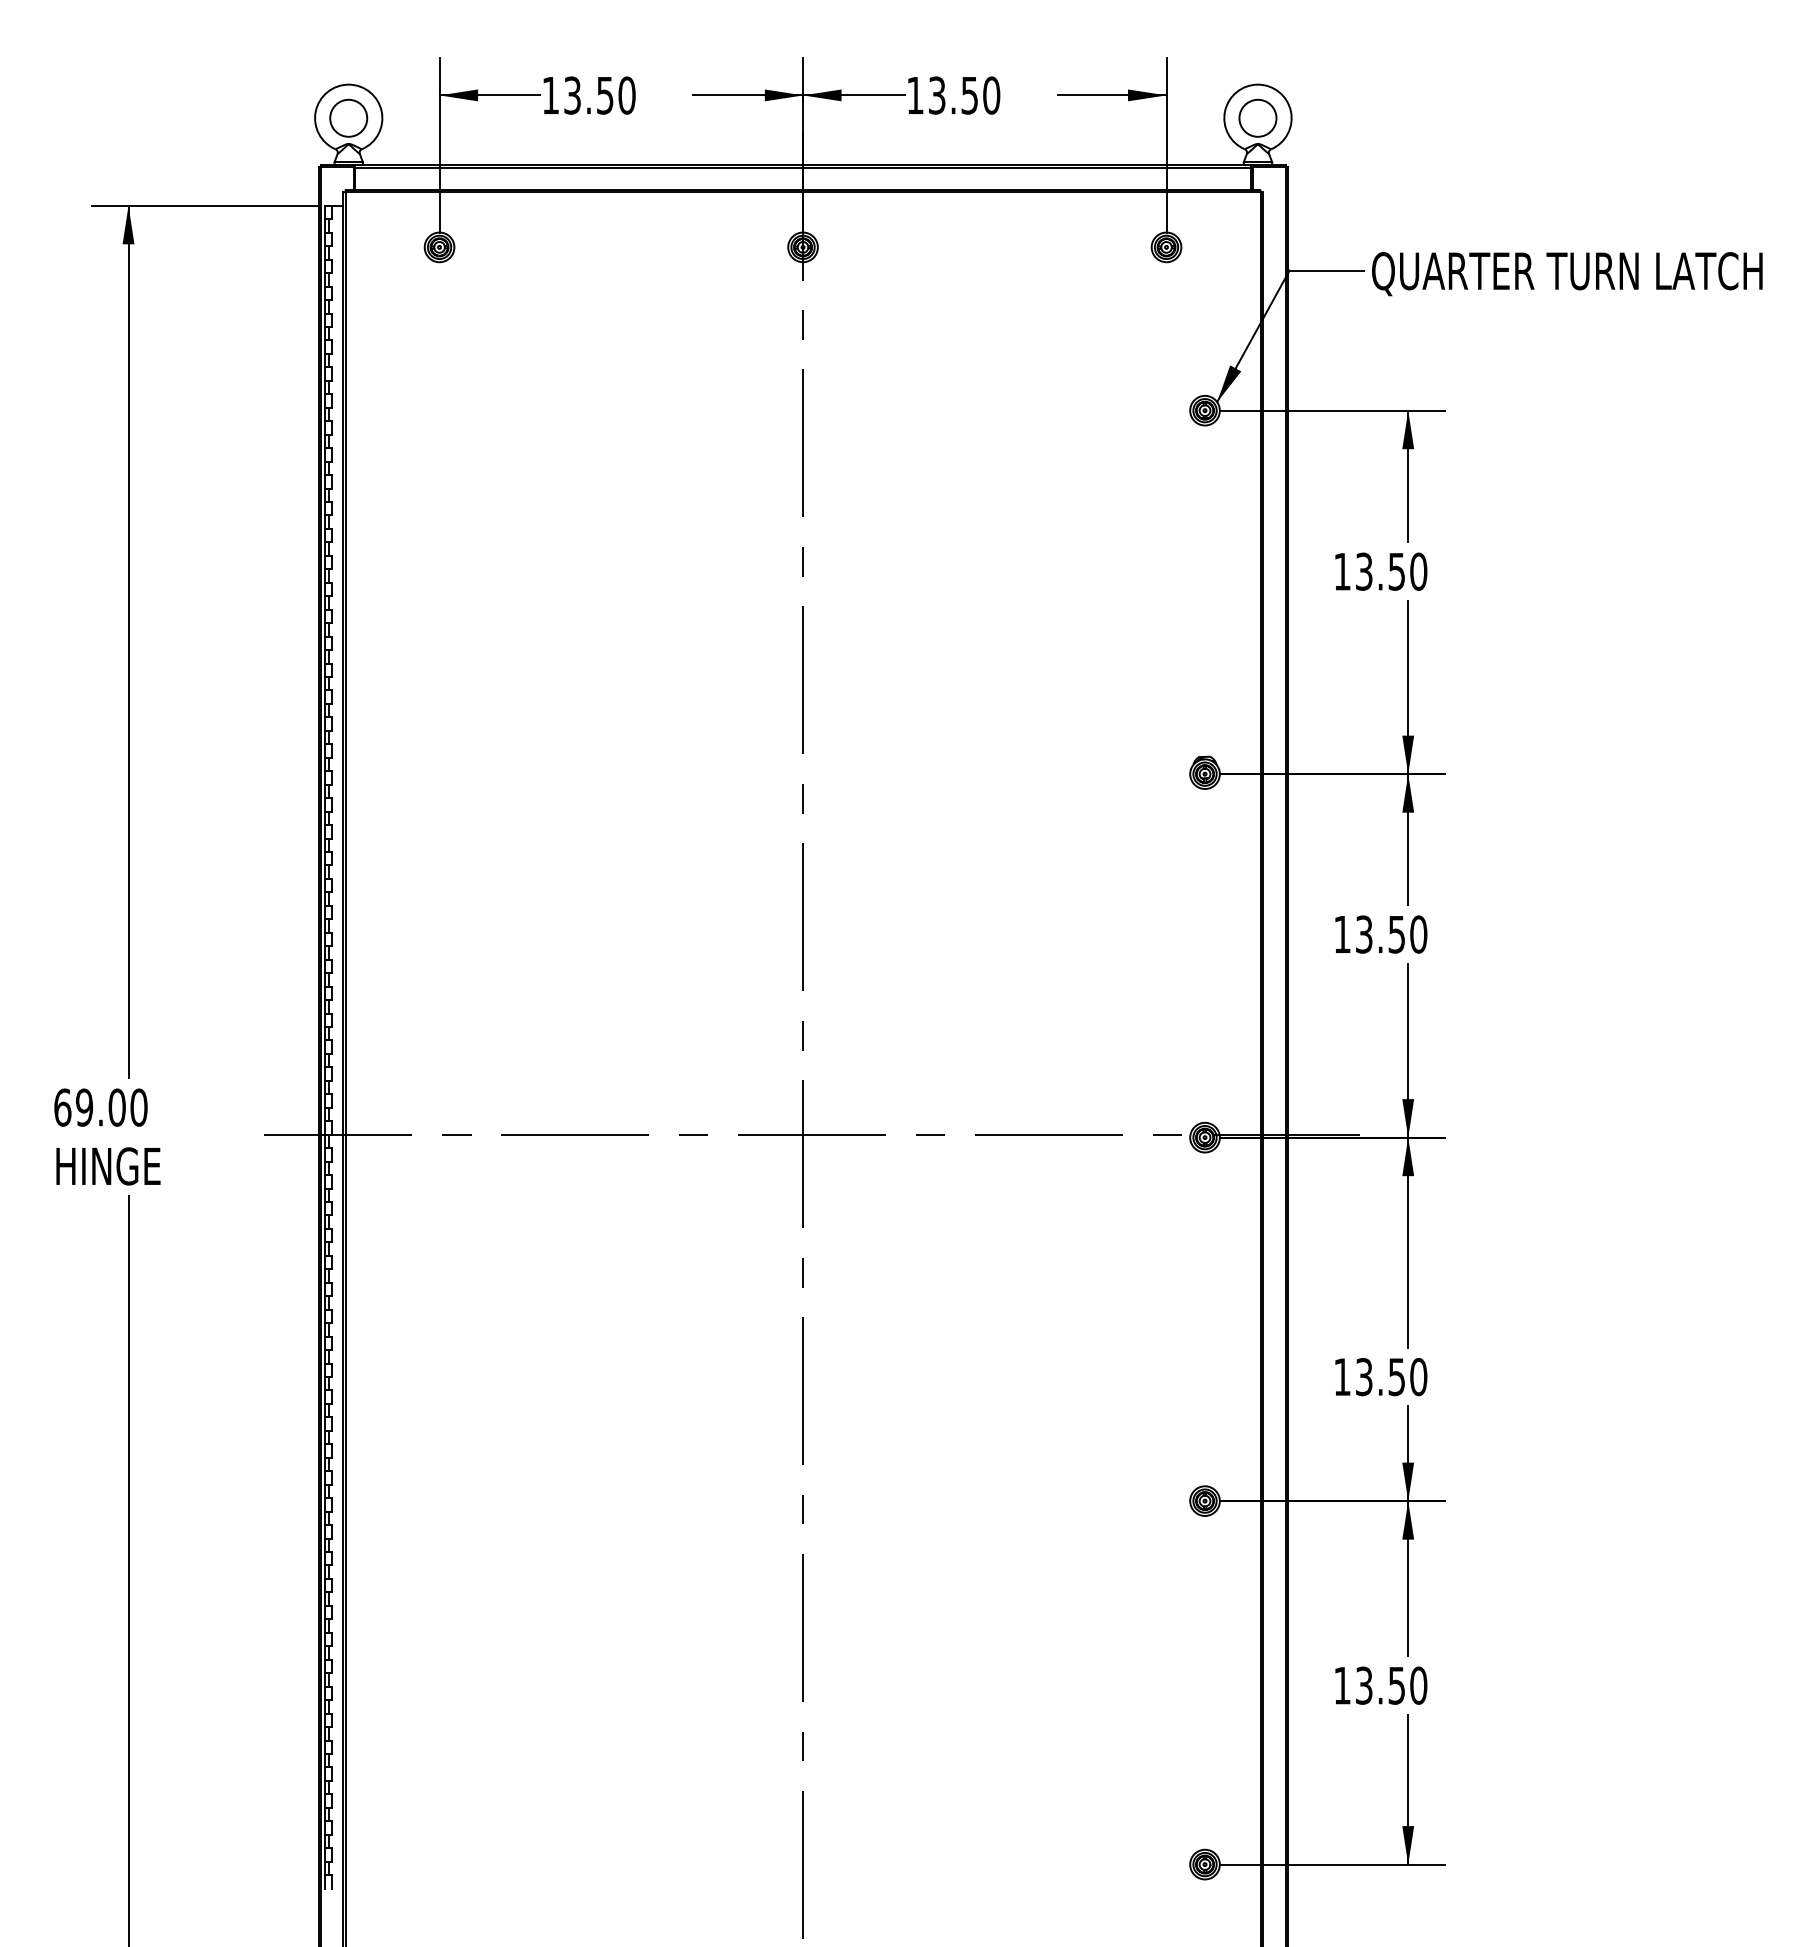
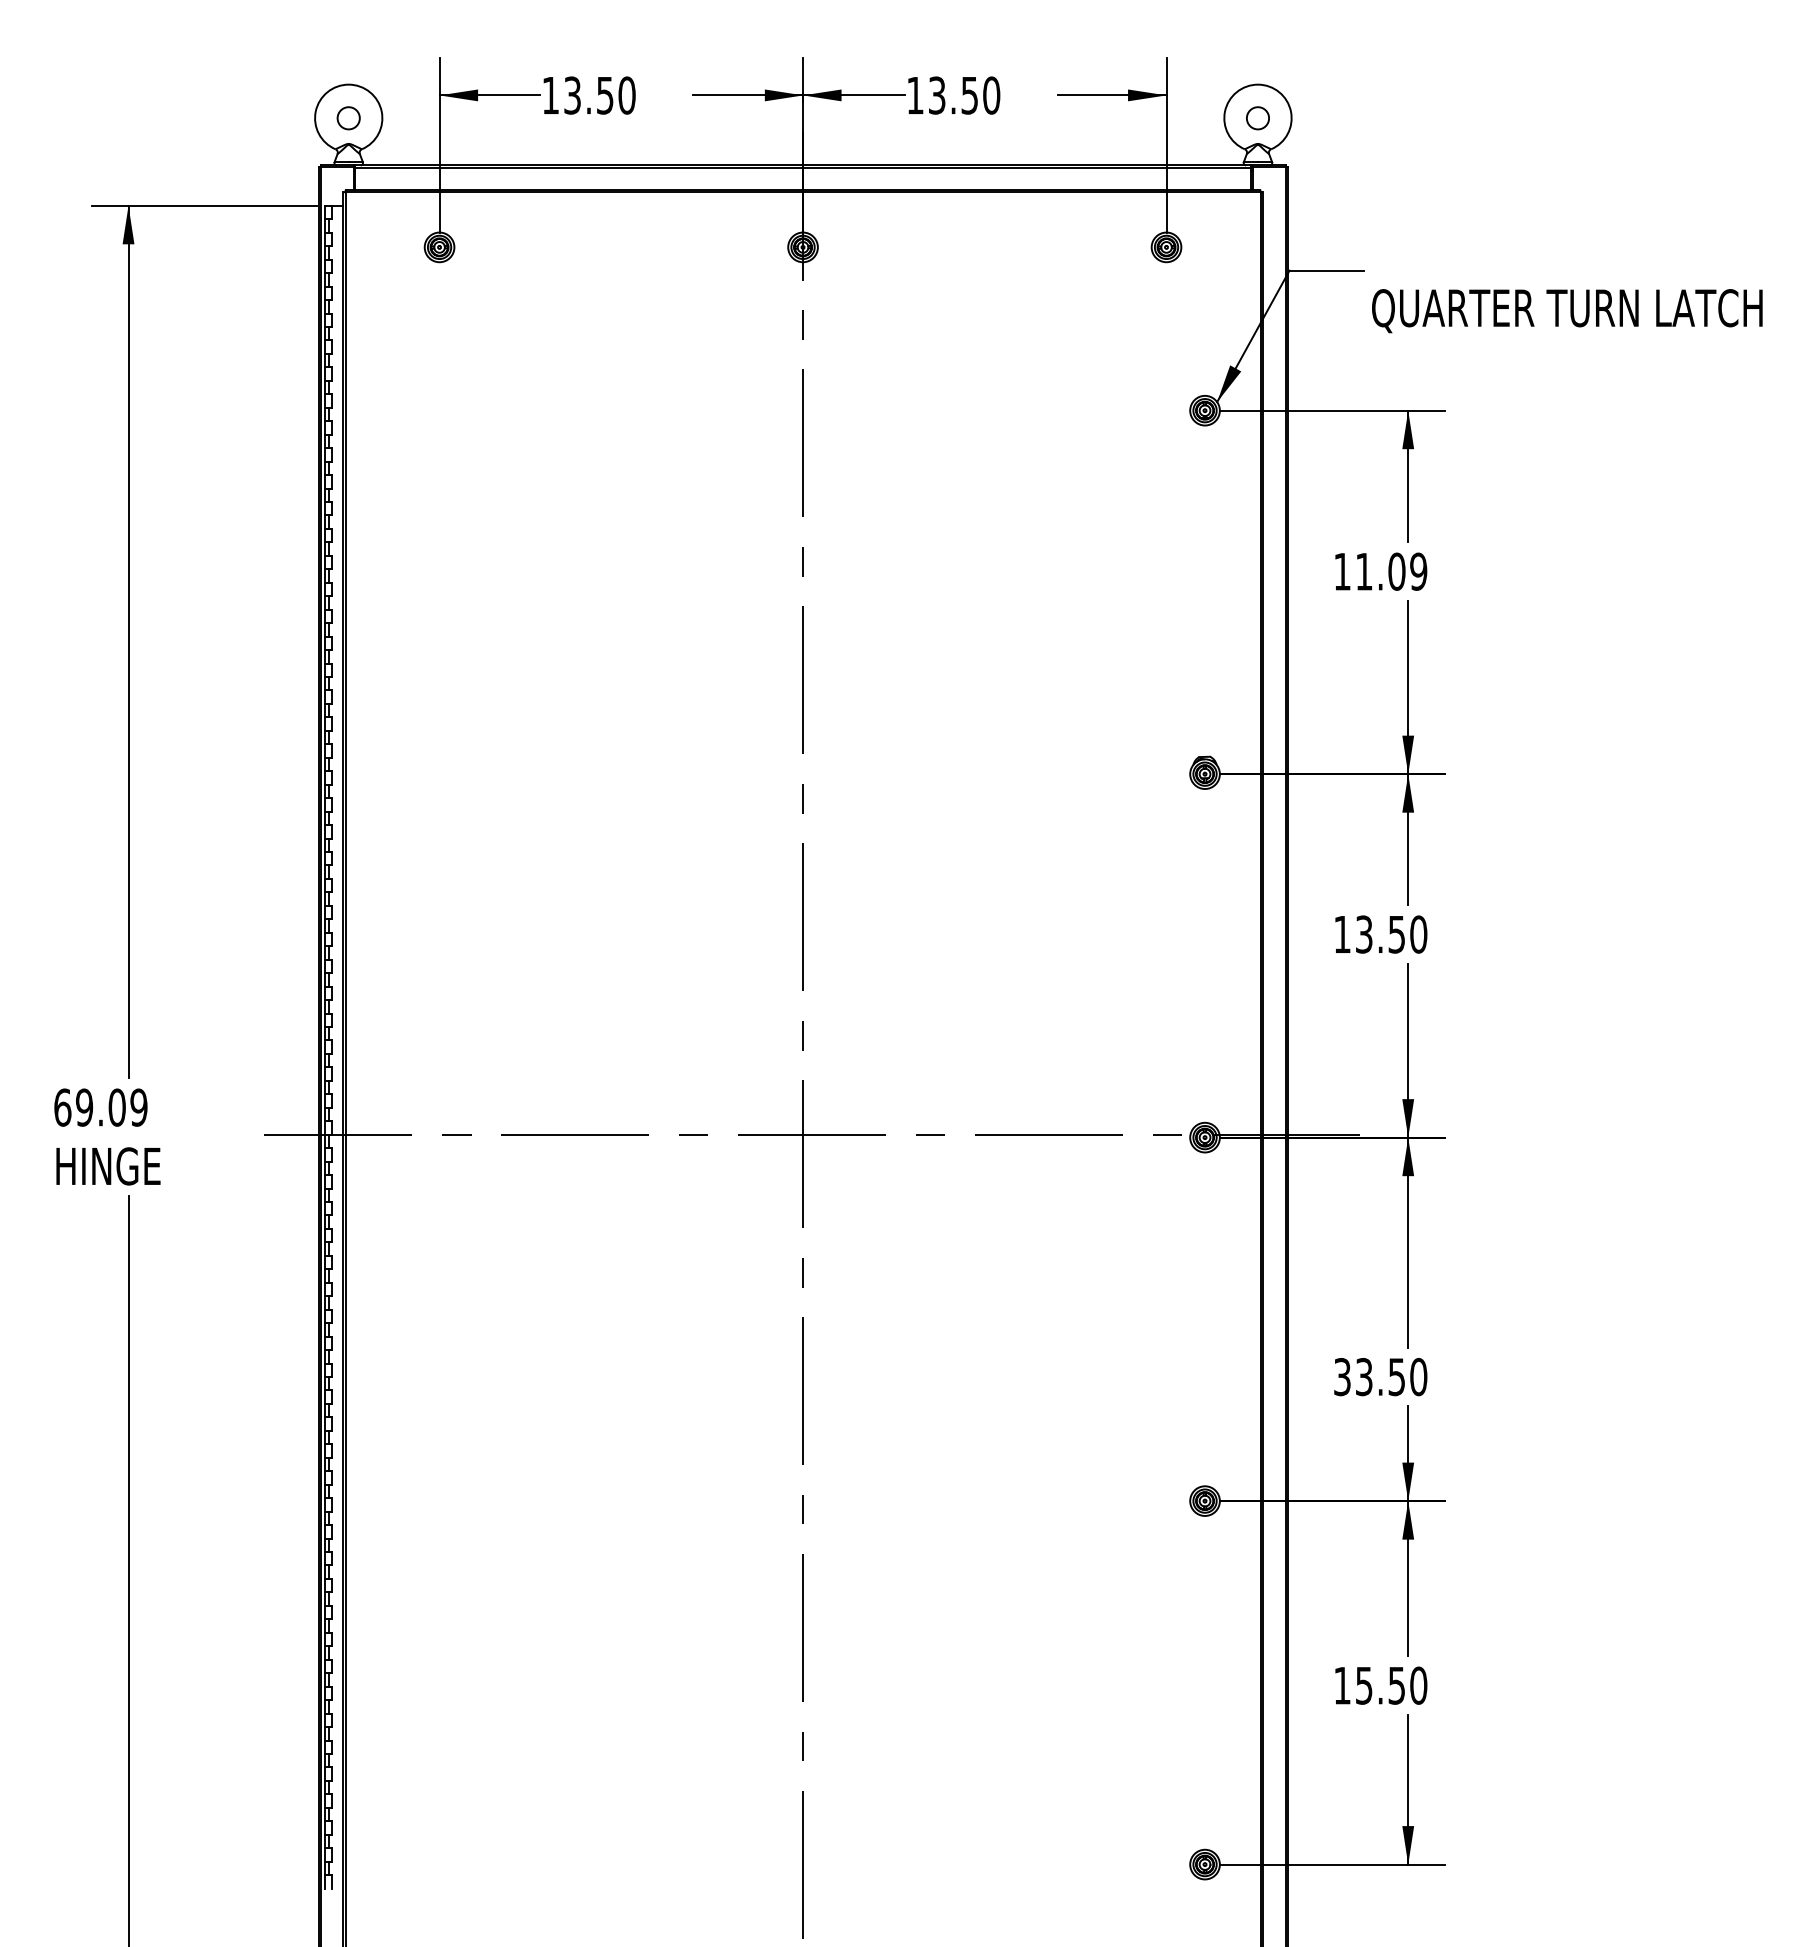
circle at (348, 117) diameter: 37 px -> 22 px
circle at (1257, 117) diameter: 37 px -> 22 px
text at (1567, 274) position: (1567, 274) -> (1567, 311)
text at (1391, 571): 13.50 -> 11.09
text at (138, 1107): 69.00 -> 69.09
text at (1342, 1377): 13.50 -> 33.50
text at (1364, 1685): 13.50 -> 15.50
